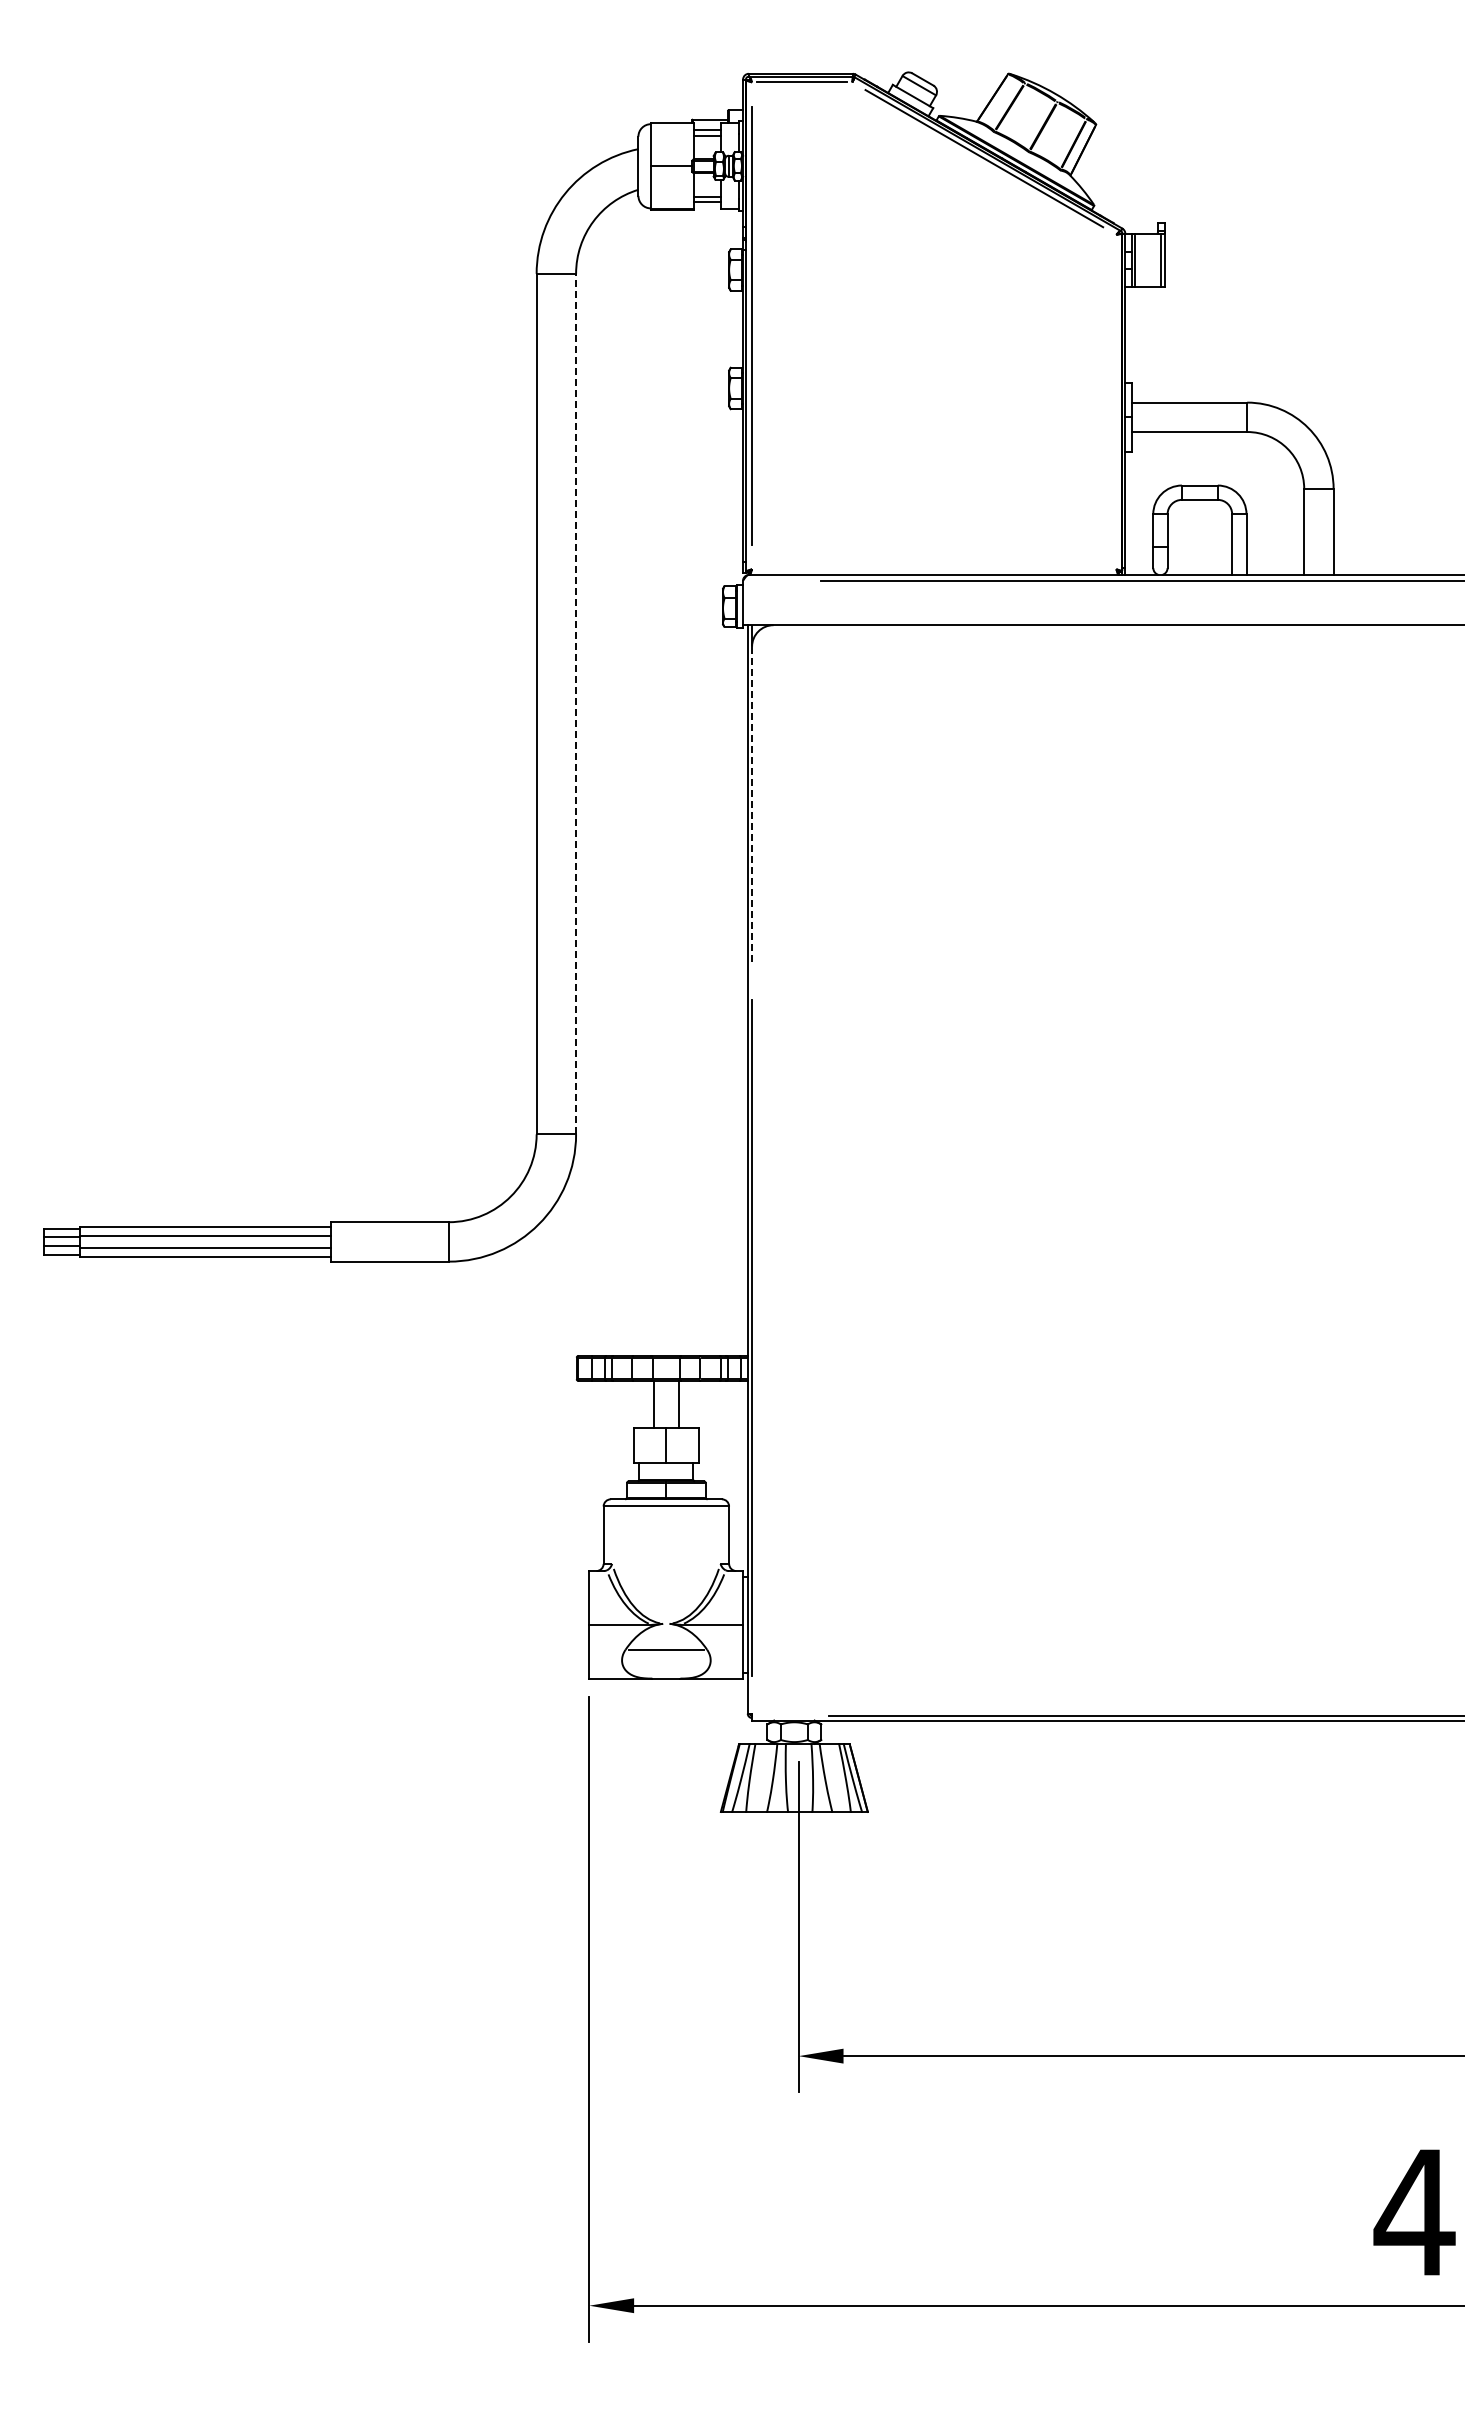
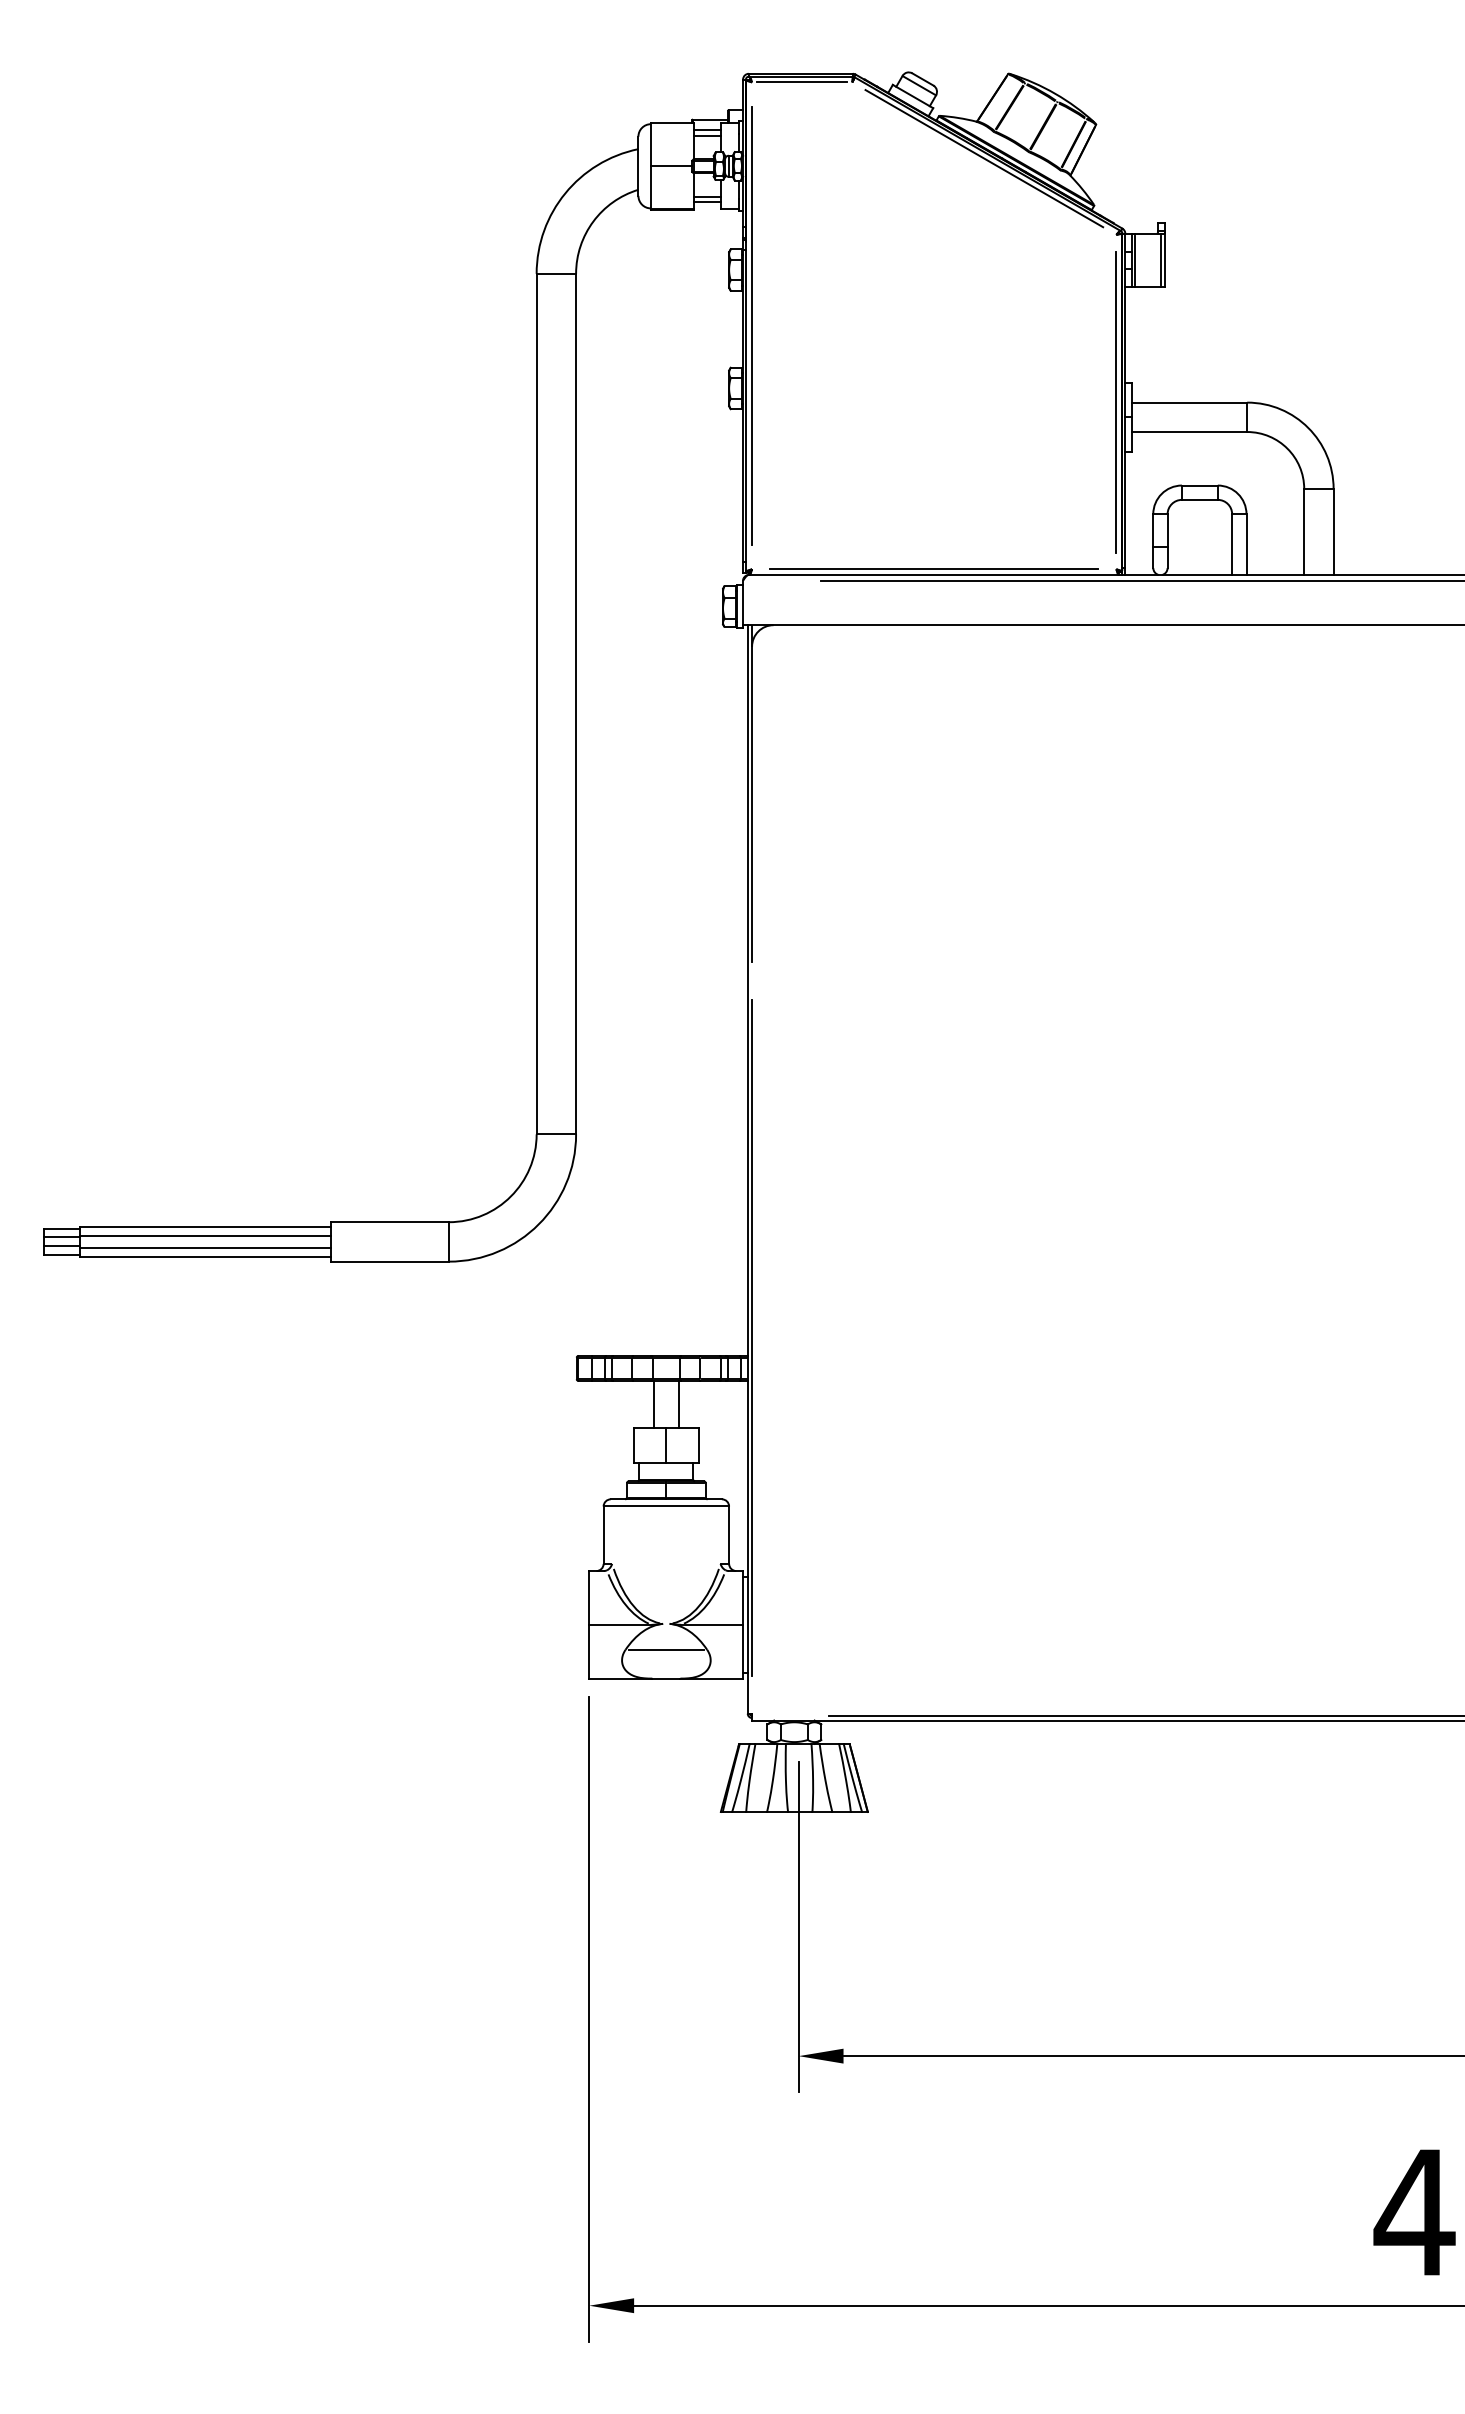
line at (1116, 401): none -> present
line at (934, 569): none -> present
line at (576, 703): dashed -> solid
line at (752, 804): dashed -> solid
